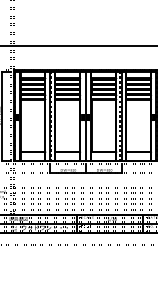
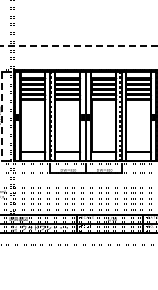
line at (79, 46): solid -> dashed
line at (2, 116): solid -> dashed
